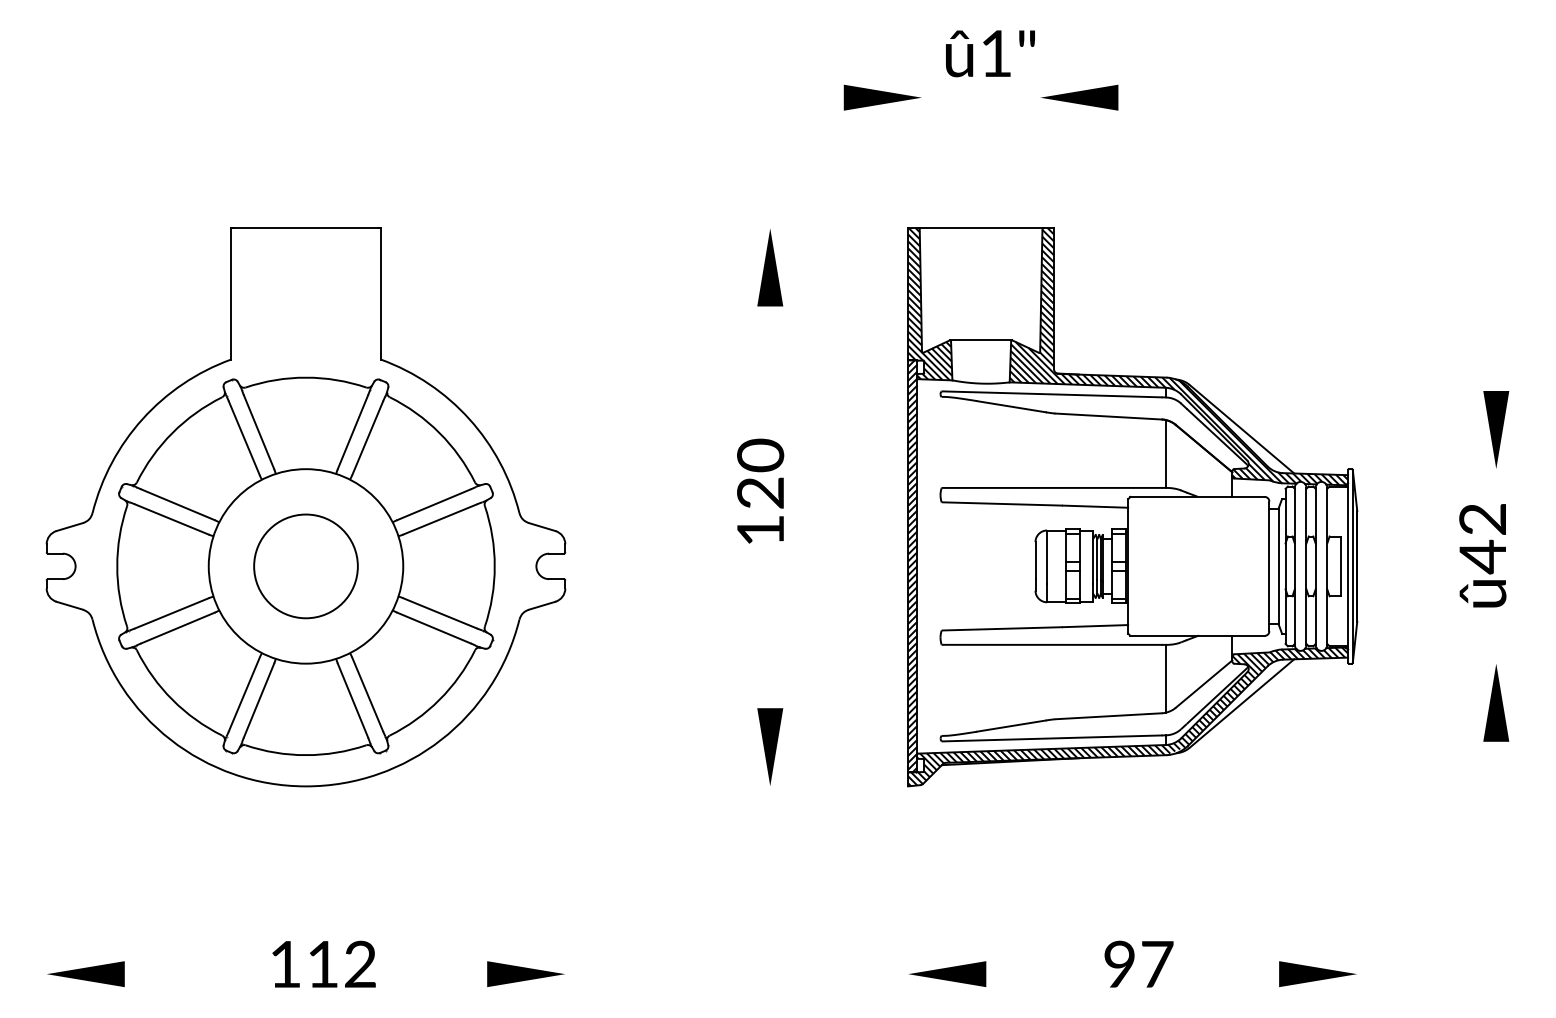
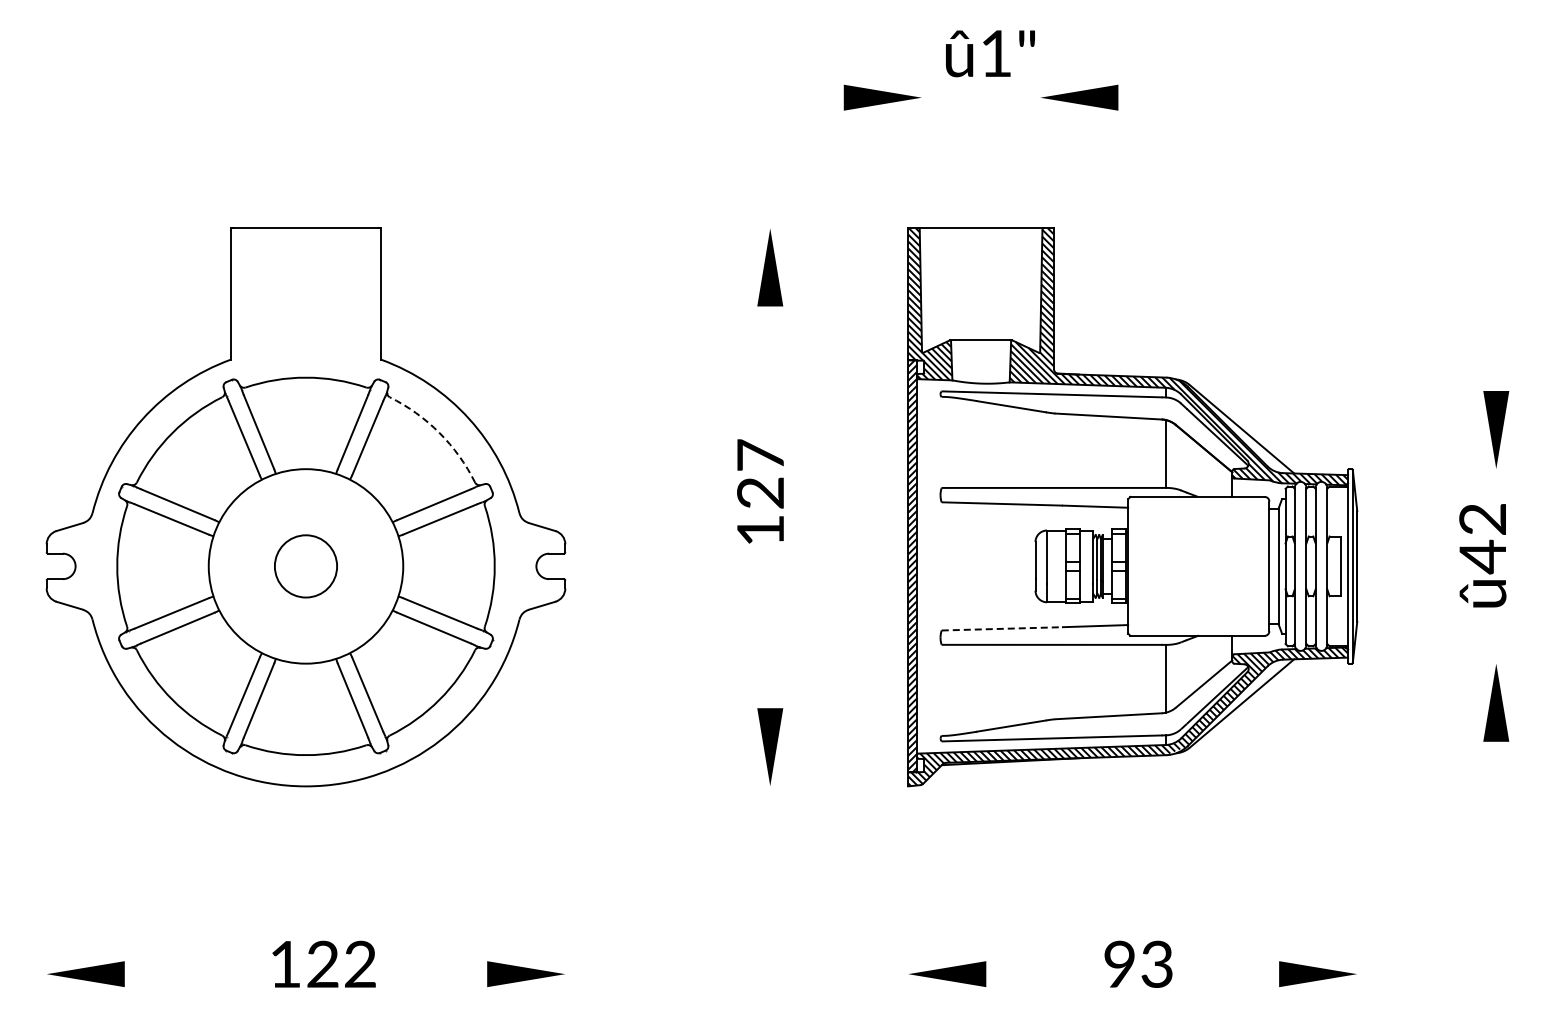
arc at (439, 432): solid -> dashed
text at (760, 455): 120 -> 127
circle at (305, 566) diameter: 104 px -> 62 px
line at (1000, 628): solid -> dashed
text at (322, 963): 112 -> 122
text at (1157, 963): 97 -> 93
